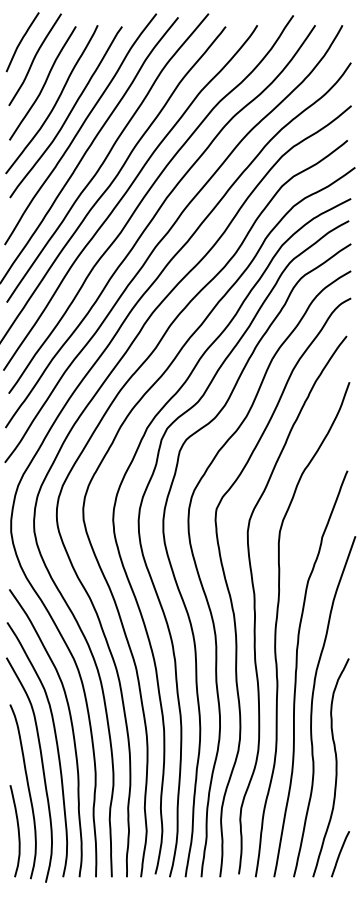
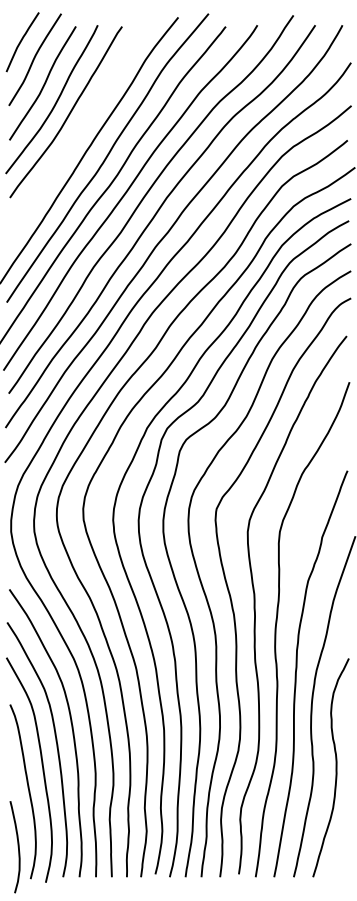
curve at (80, 129): present -> none
curve at (17, 830) position: (17, 830) -> (17, 846)
curve at (340, 854): present -> none
